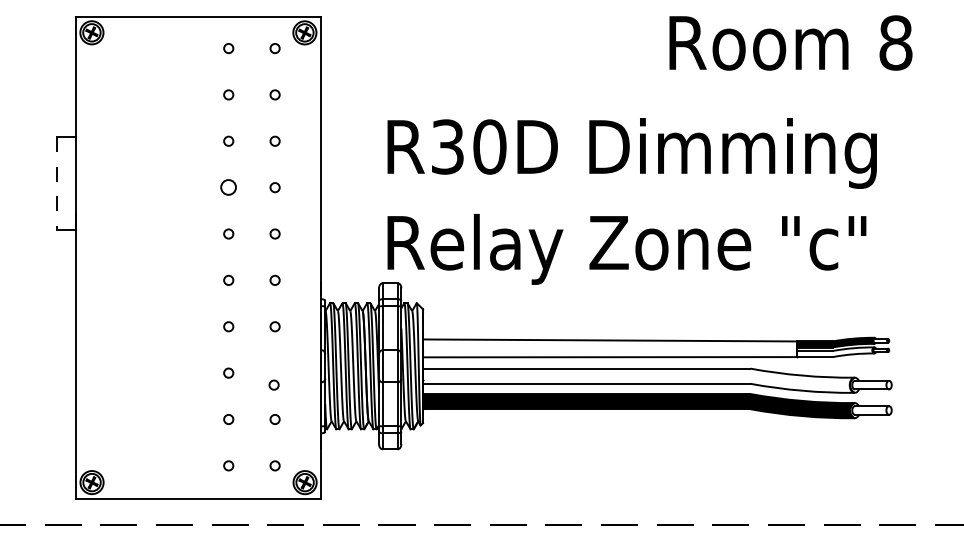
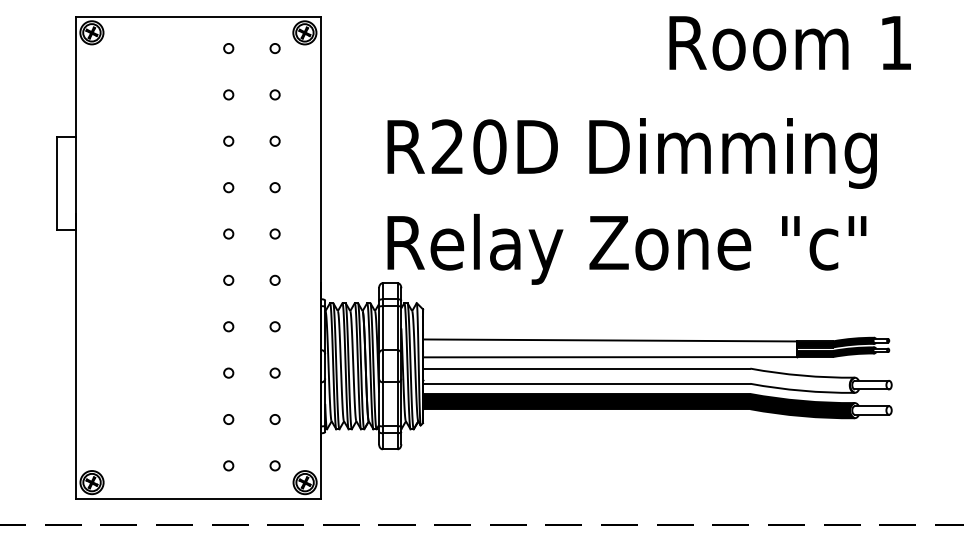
text at (895, 42): 8 -> 1
text at (447, 146): R30D -> R20D
line at (57, 183): dashed -> solid
circle at (228, 187) size: 17x17 px -> 12x12 px
fill at (835, 352): none -> present
circle at (273, 384) position: (273, 384) -> (274, 372)
